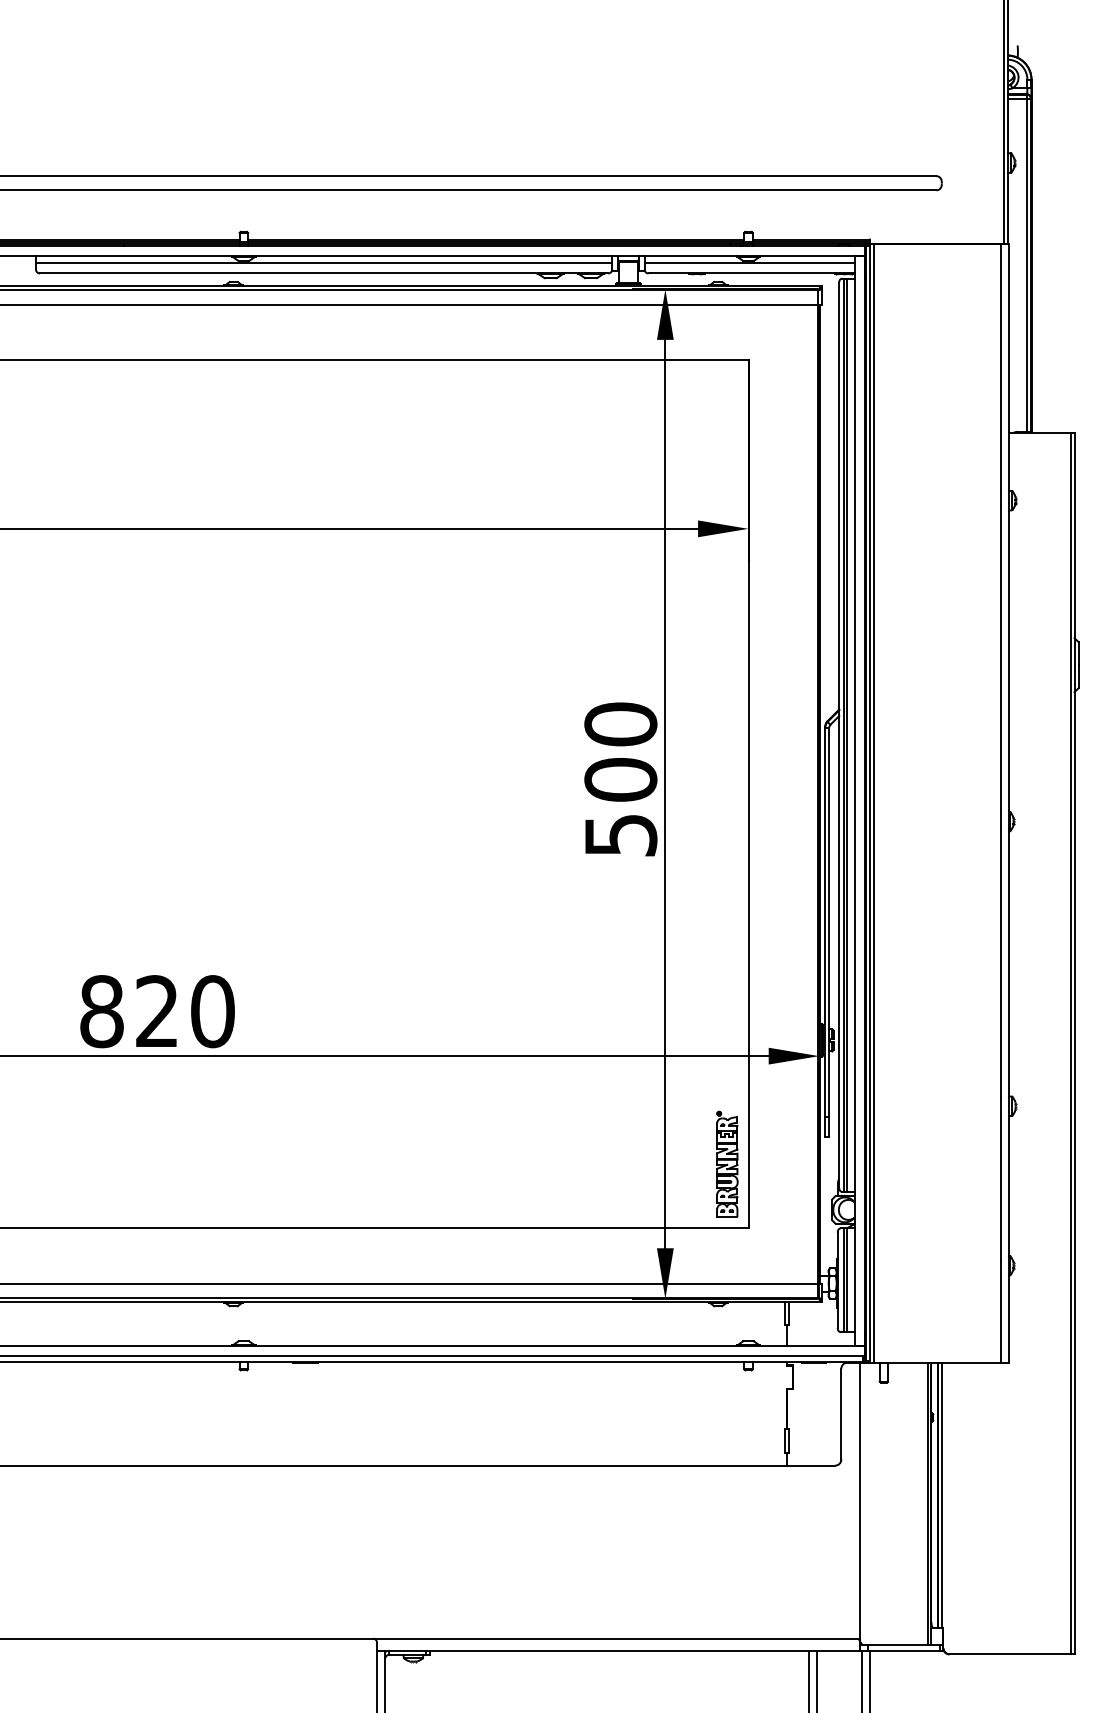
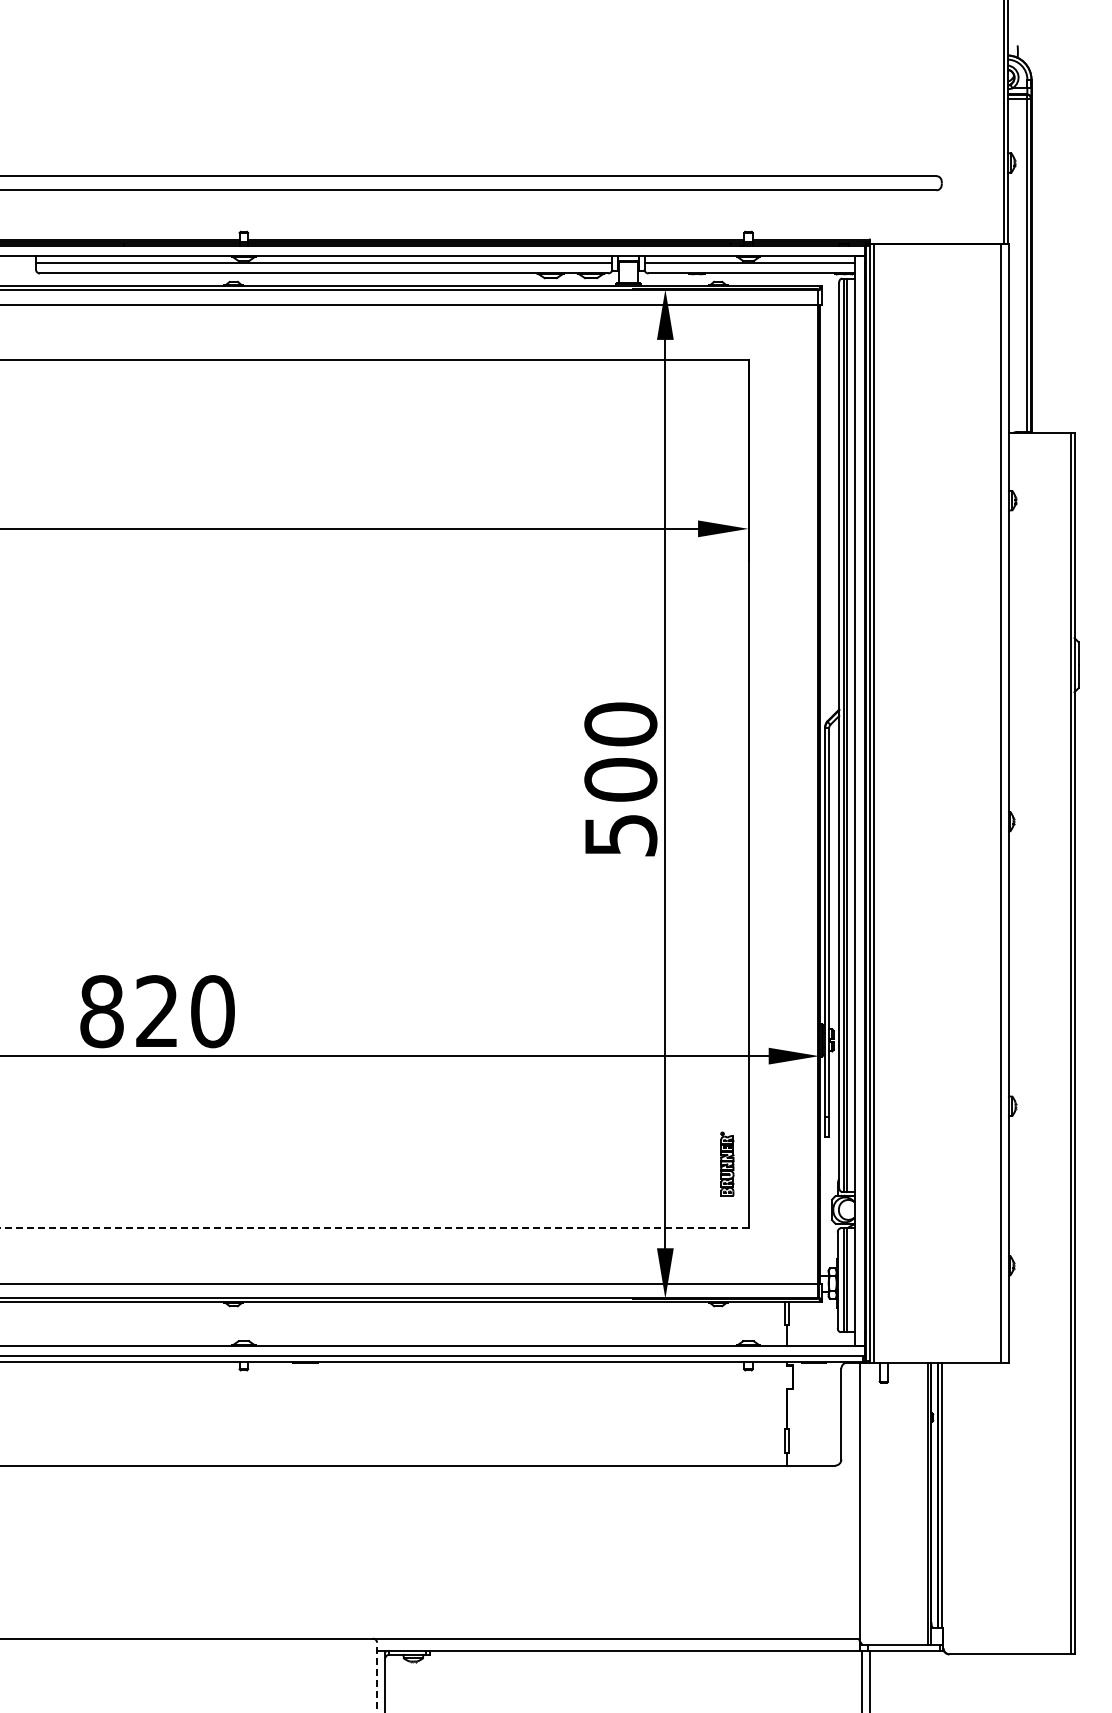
part at (727, 1163) size: 23x108 px -> 15x66 px
line at (374, 1228): solid -> dashed
line at (377, 1677): solid -> dashed
line at (809, 1679): present -> none
line at (817, 1679): present -> none
